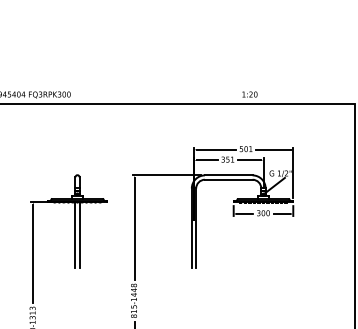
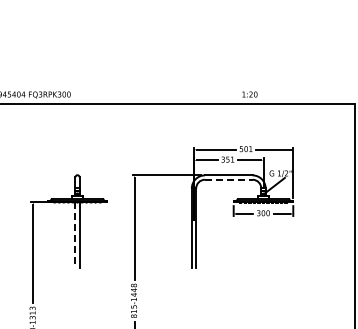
line at (228, 179): solid -> dashed
line at (75, 234): solid -> dashed
